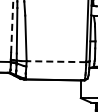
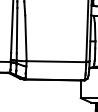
line at (12, 26): dashed -> solid
line at (56, 61): dashed -> solid
